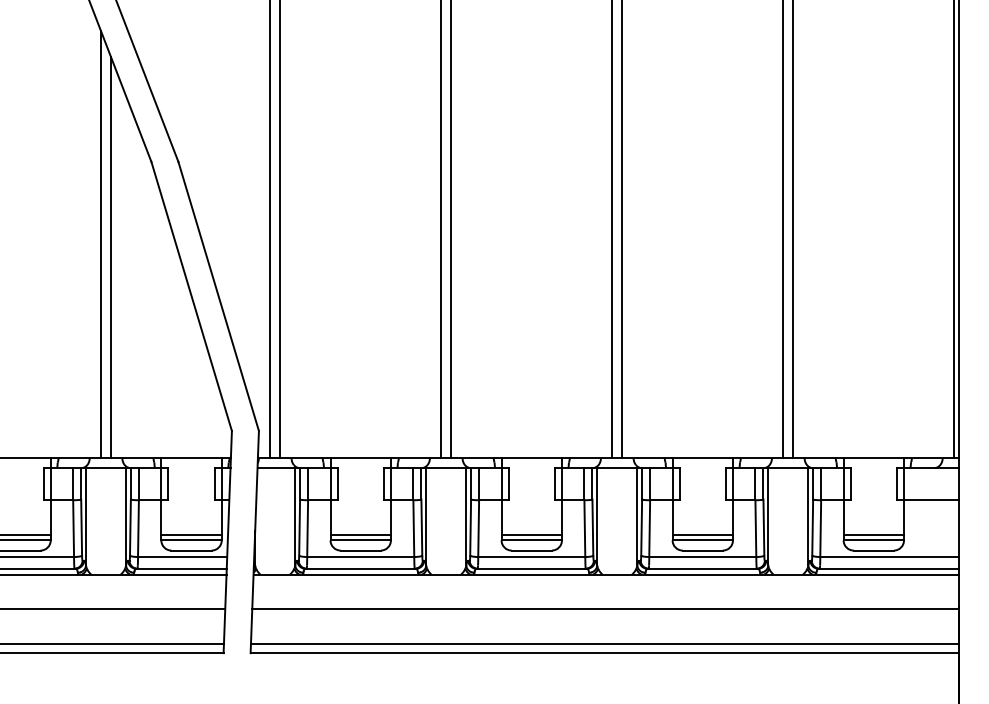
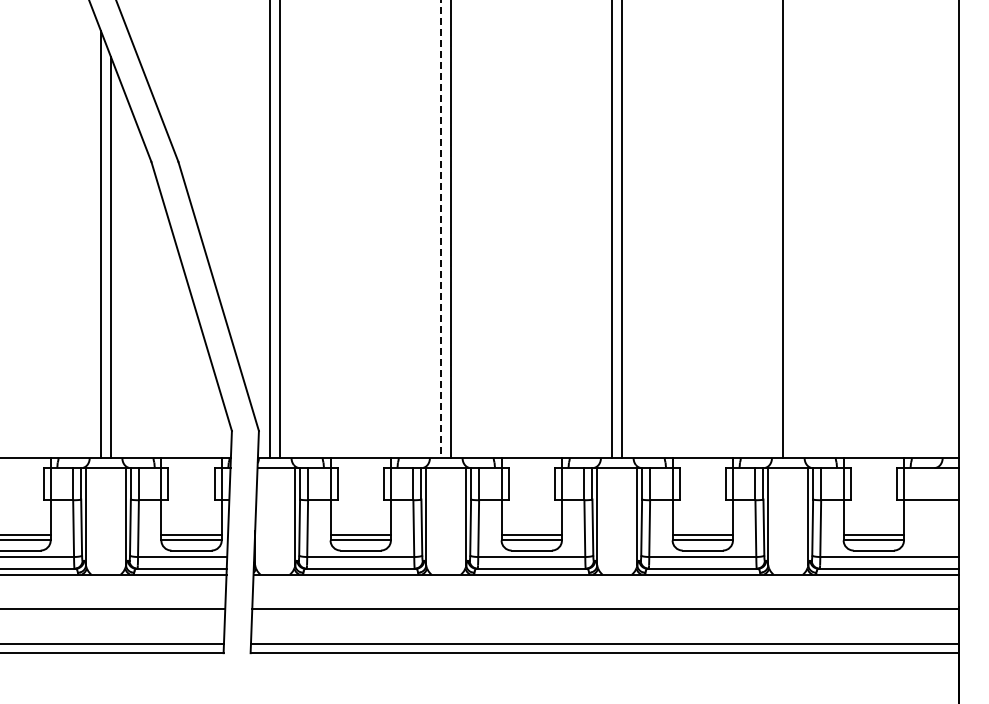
line at (441, 229): solid -> dashed
line at (793, 230): present -> none
line at (954, 230): present -> none
